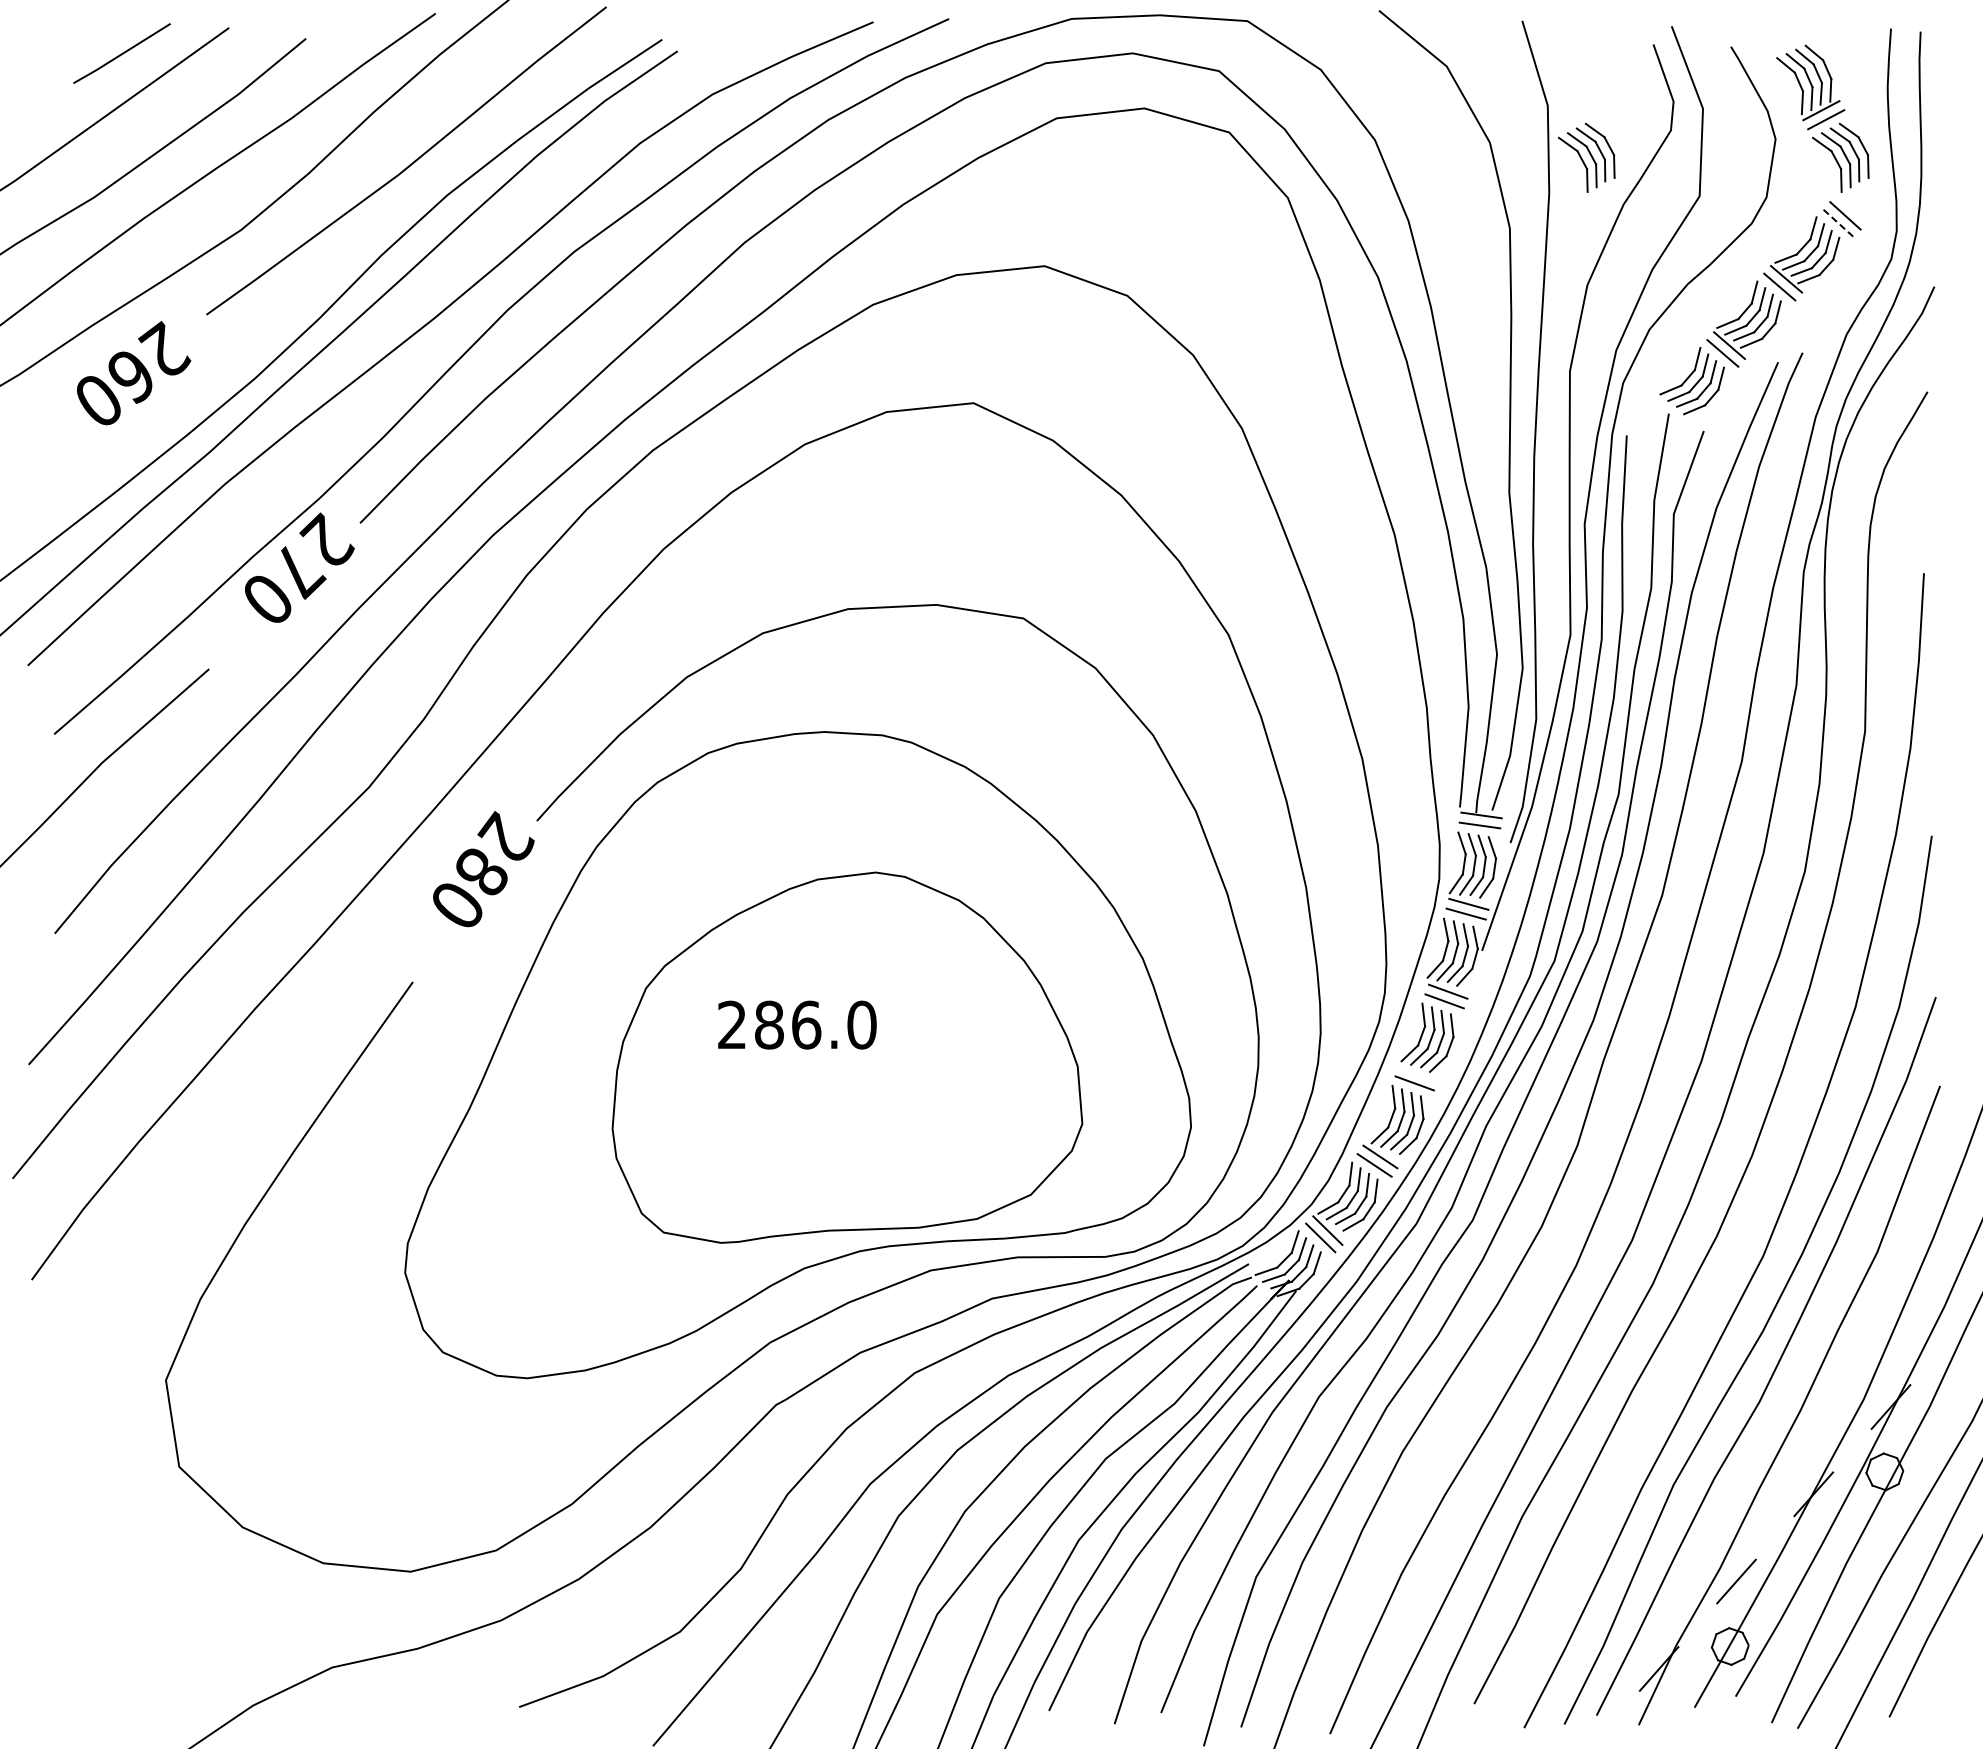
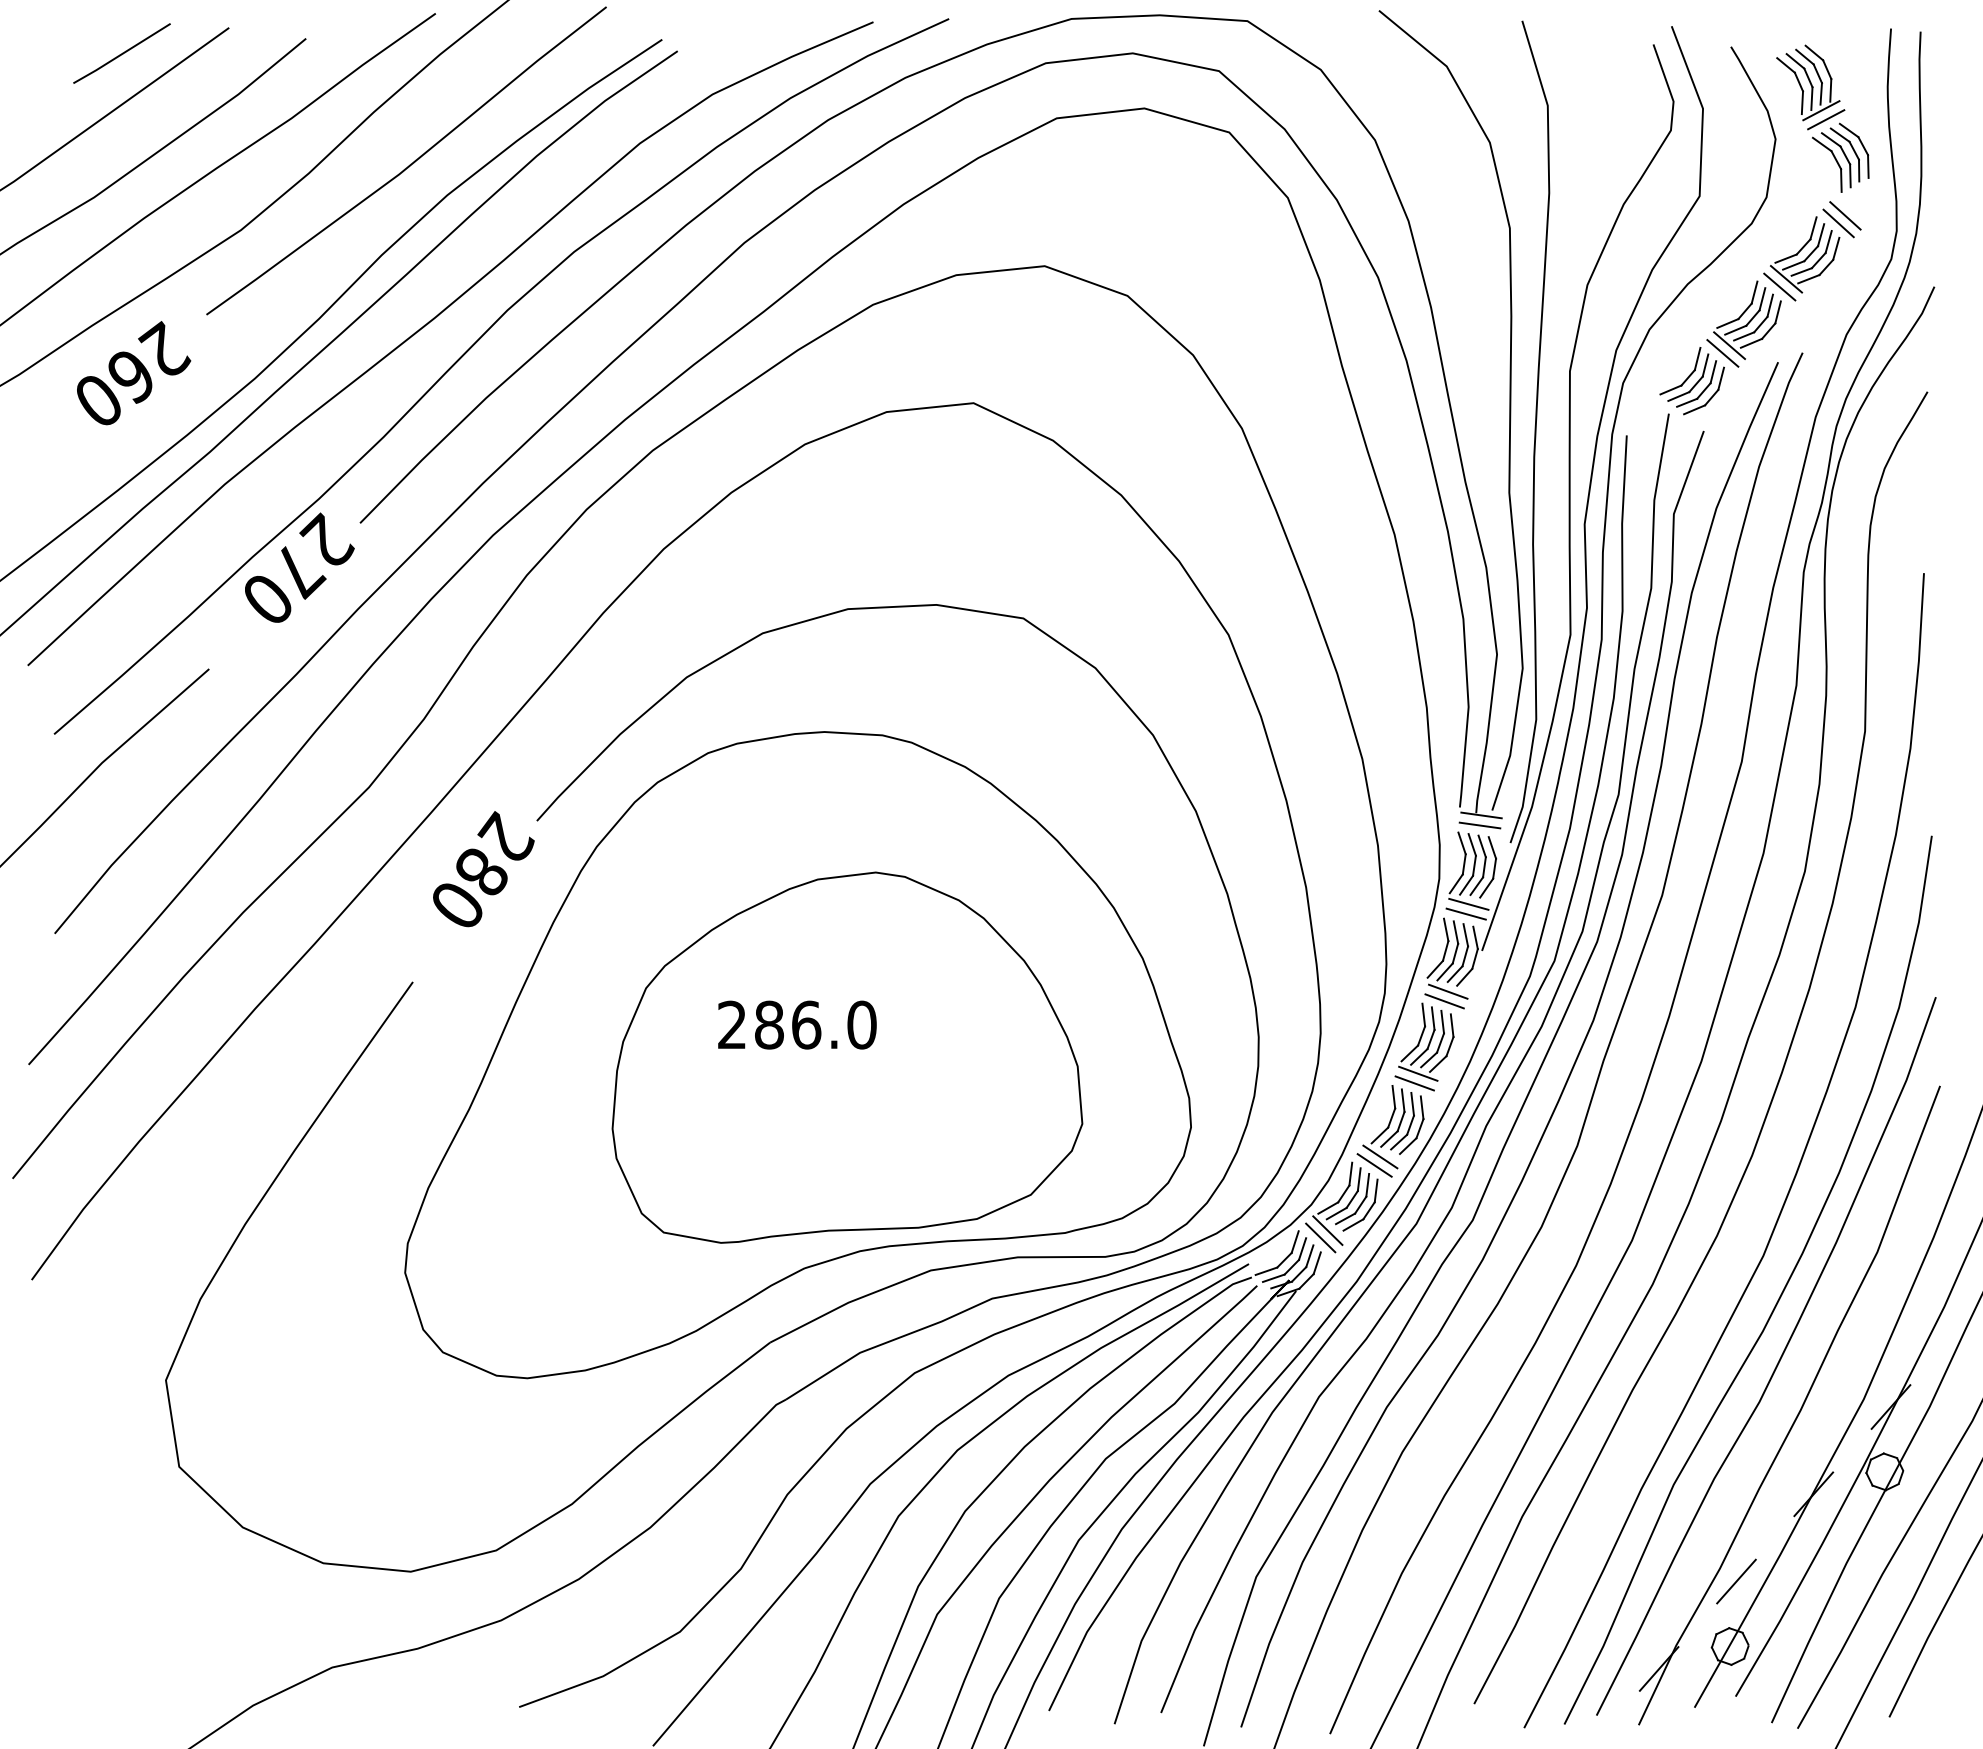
part at (1586, 157): present -> none
line at (1839, 223): dashed -> solid
line at (1418, 1073): none -> present
